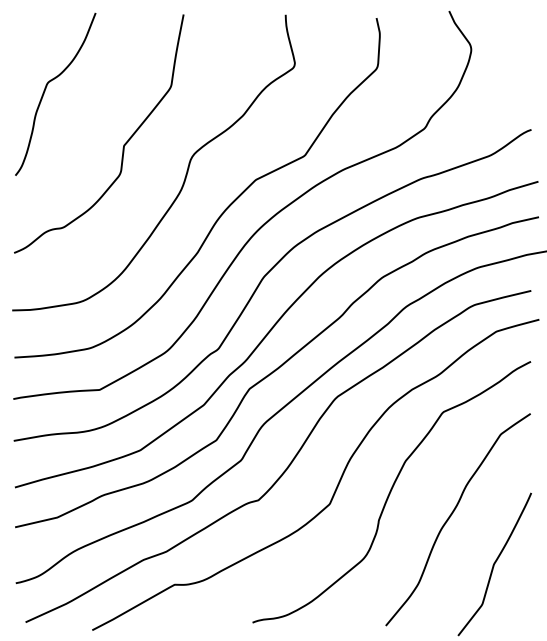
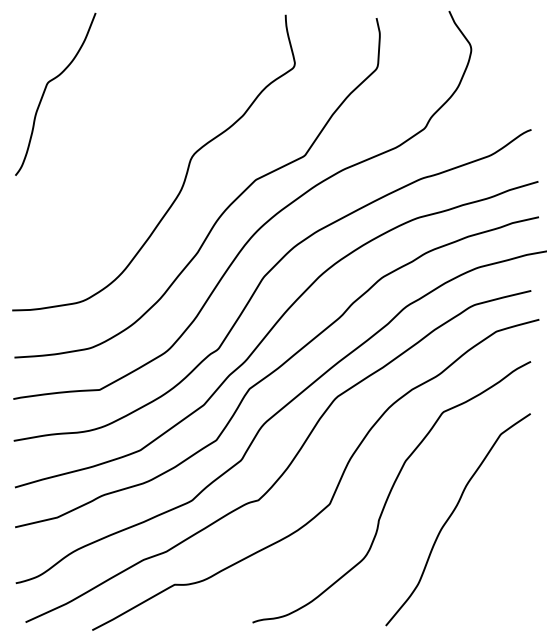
curve at (123, 144): present -> none
curve at (494, 564): present -> none
